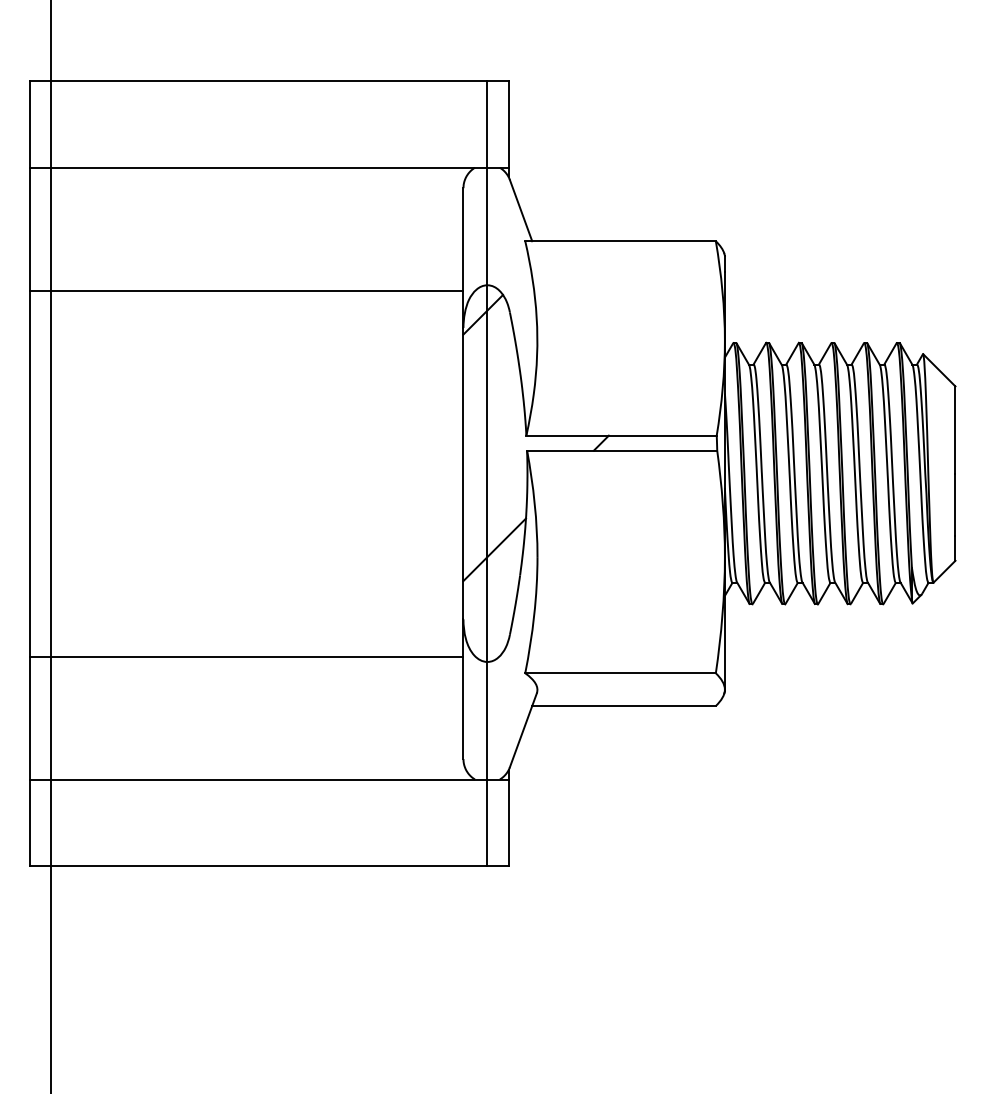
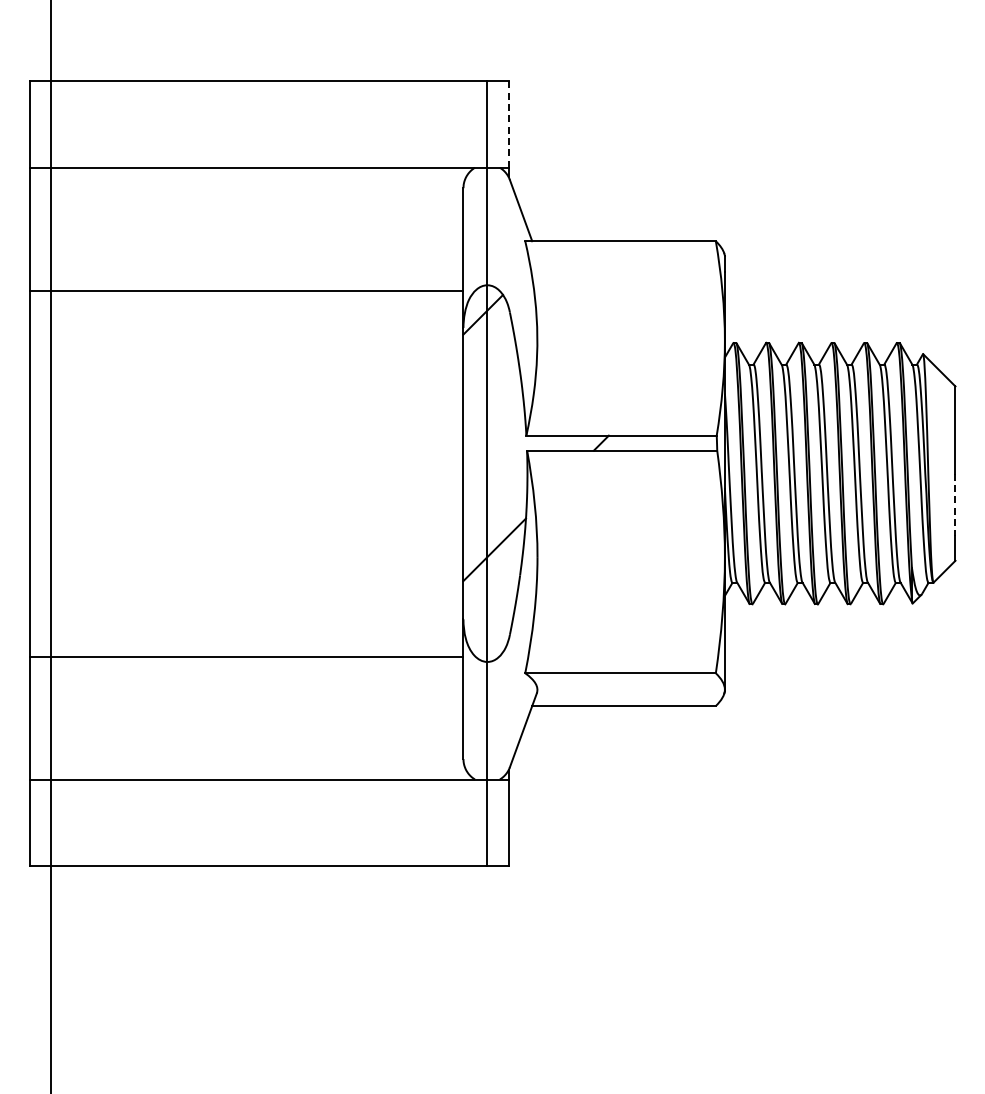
line at (508, 124): solid -> dashed
line at (955, 505): solid -> dashed
